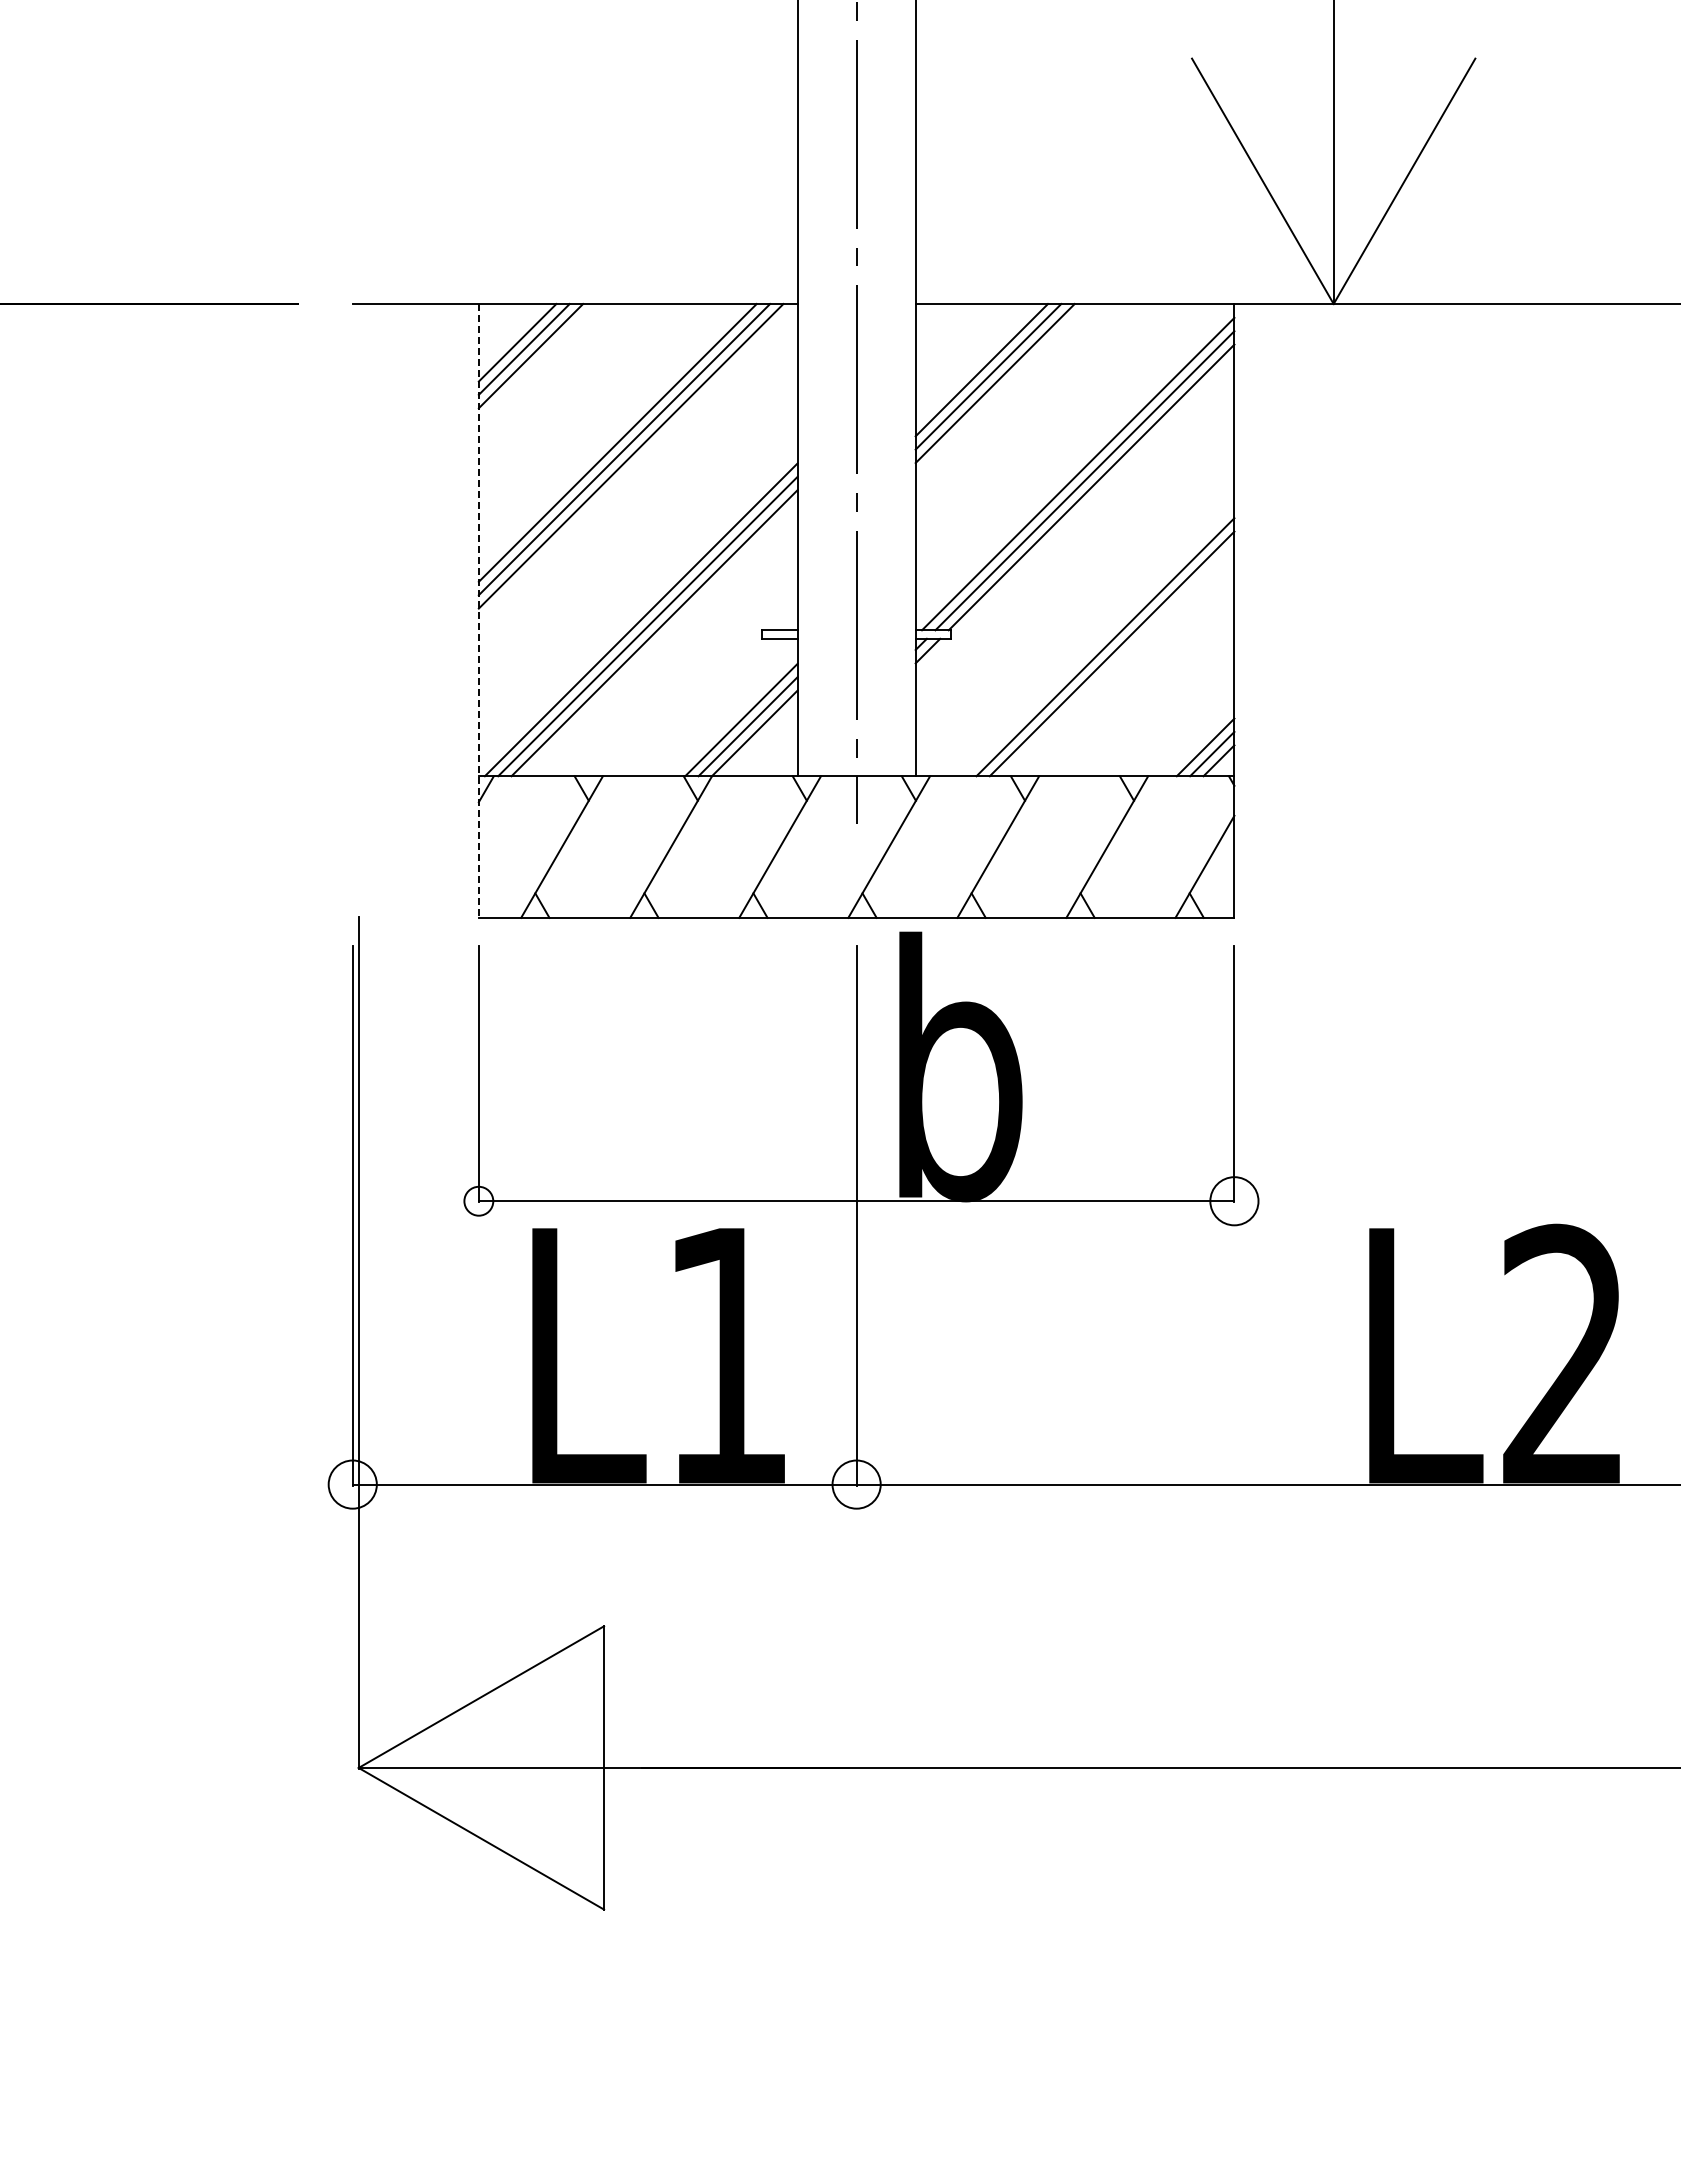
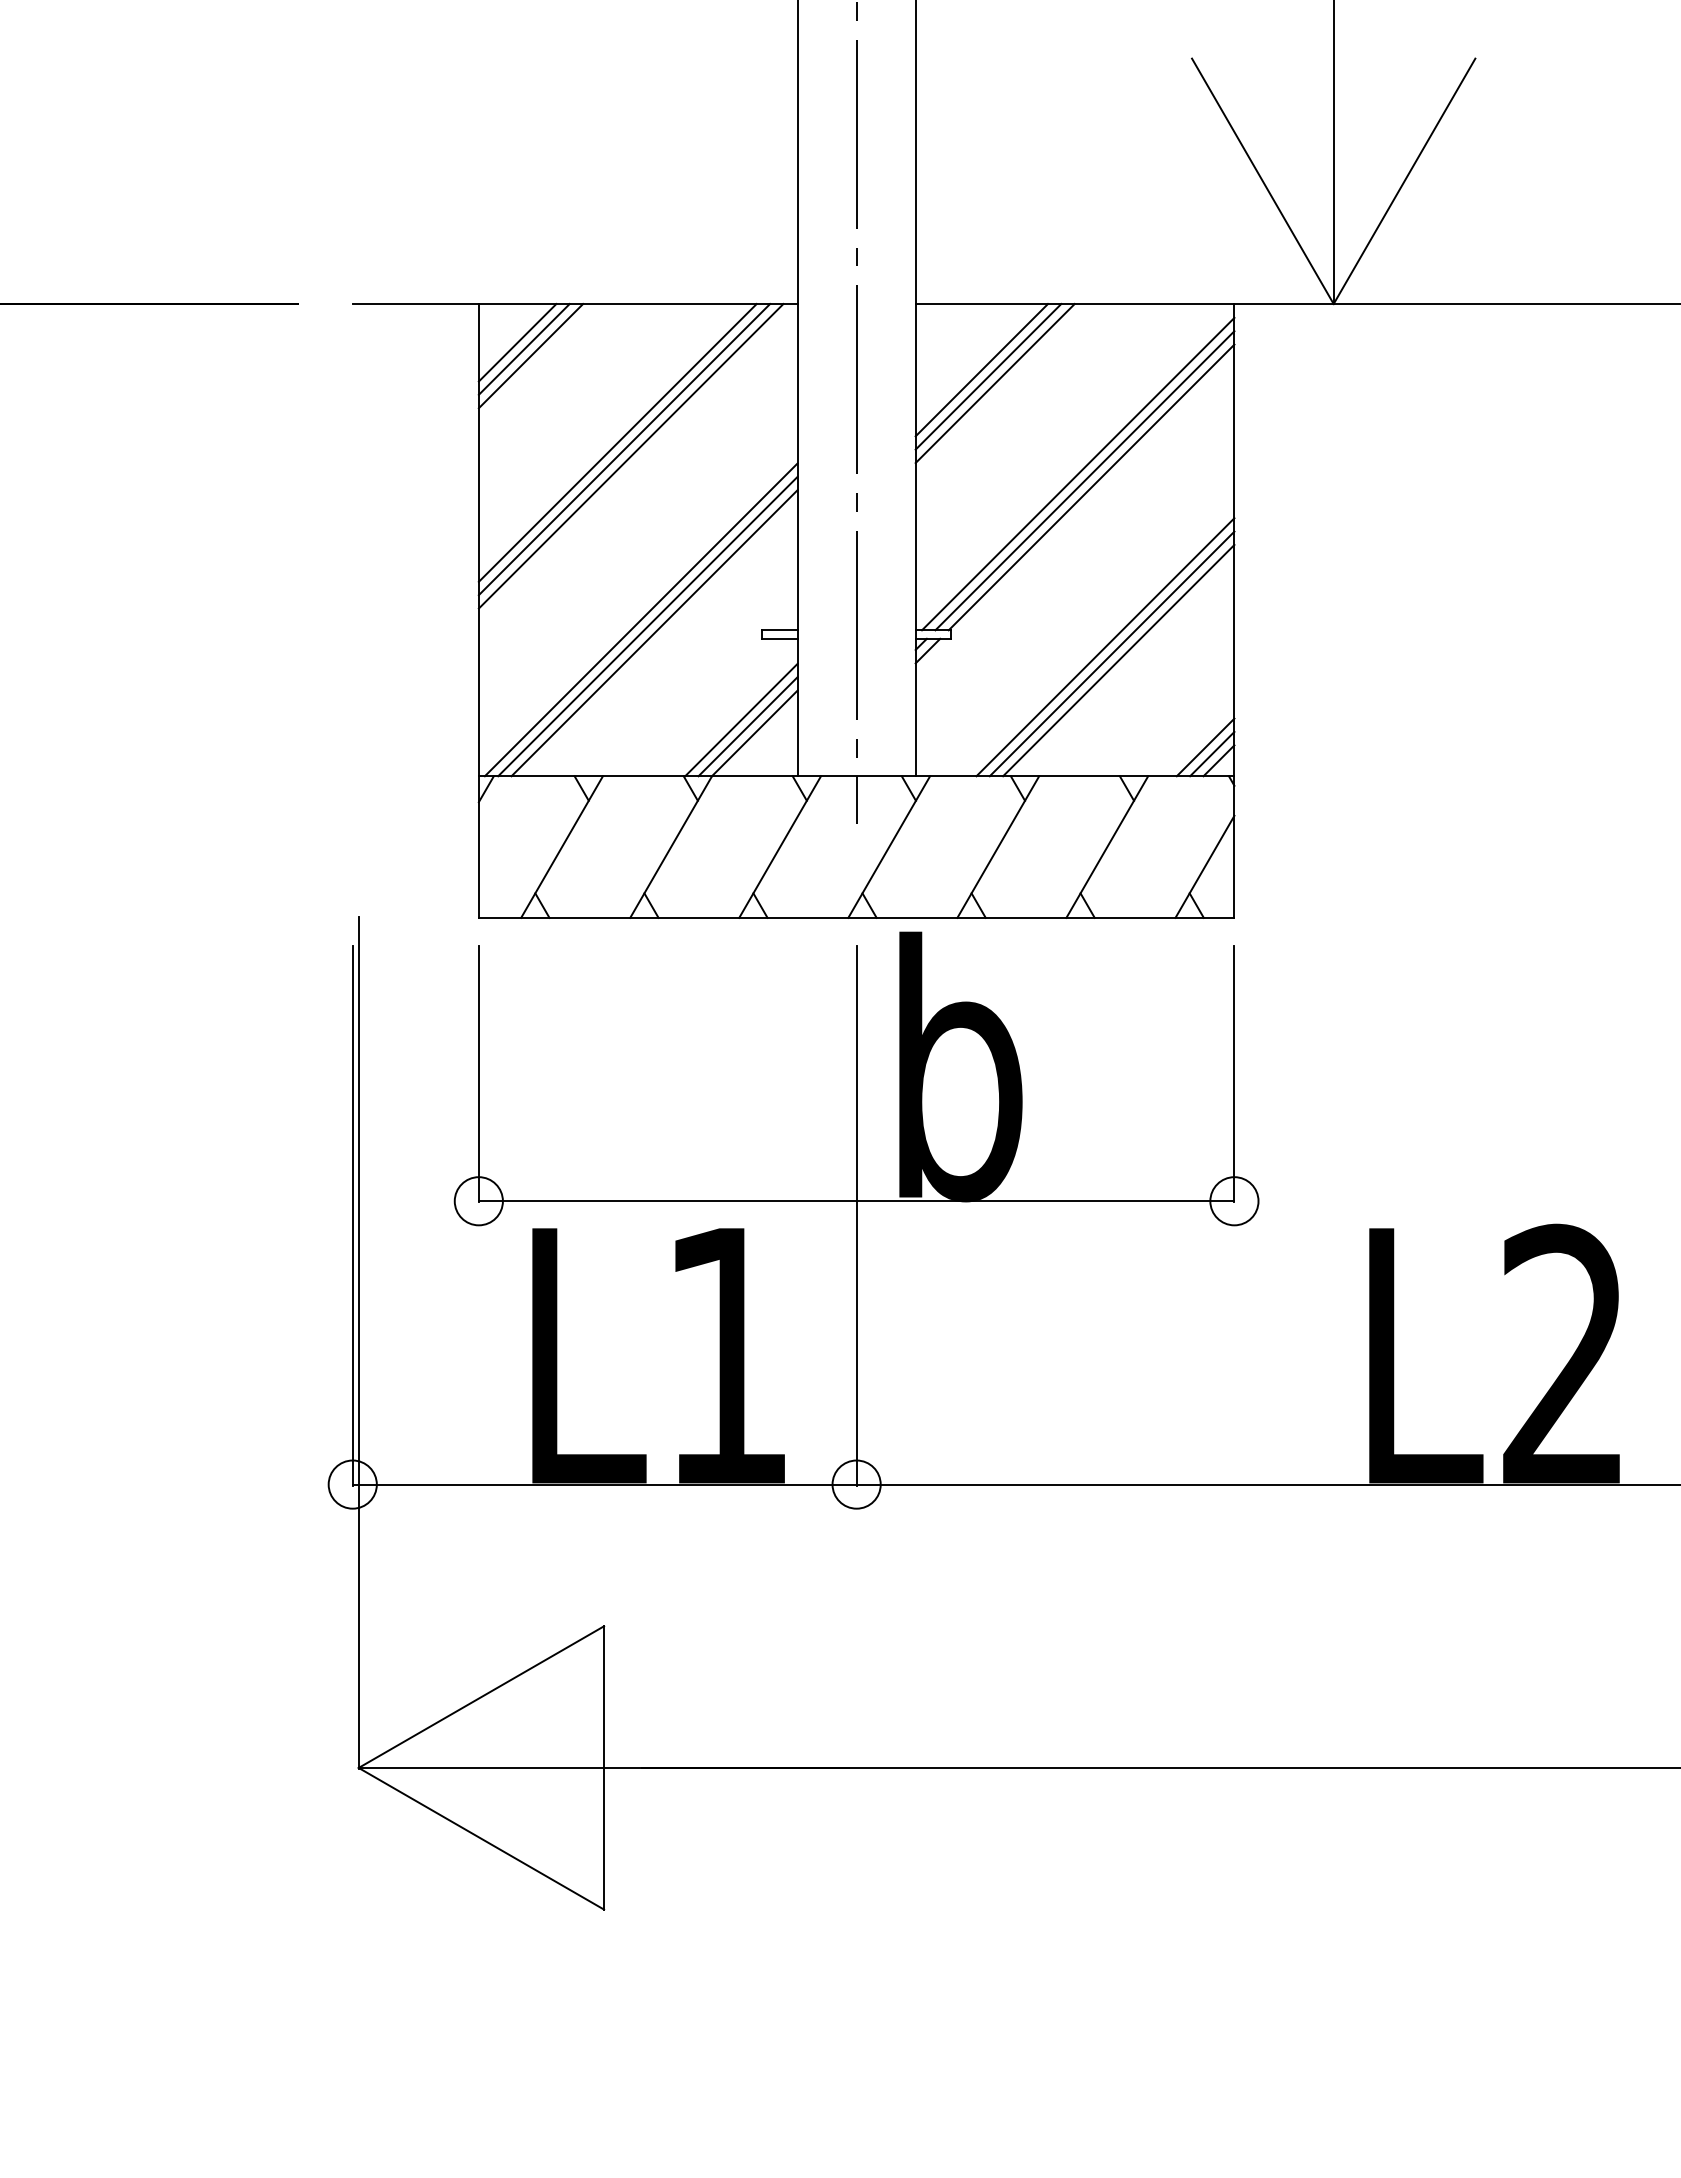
line at (478, 610): dashed -> solid
line at (1118, 660): none -> present
circle at (478, 1200) diameter: 29 px -> 48 px
